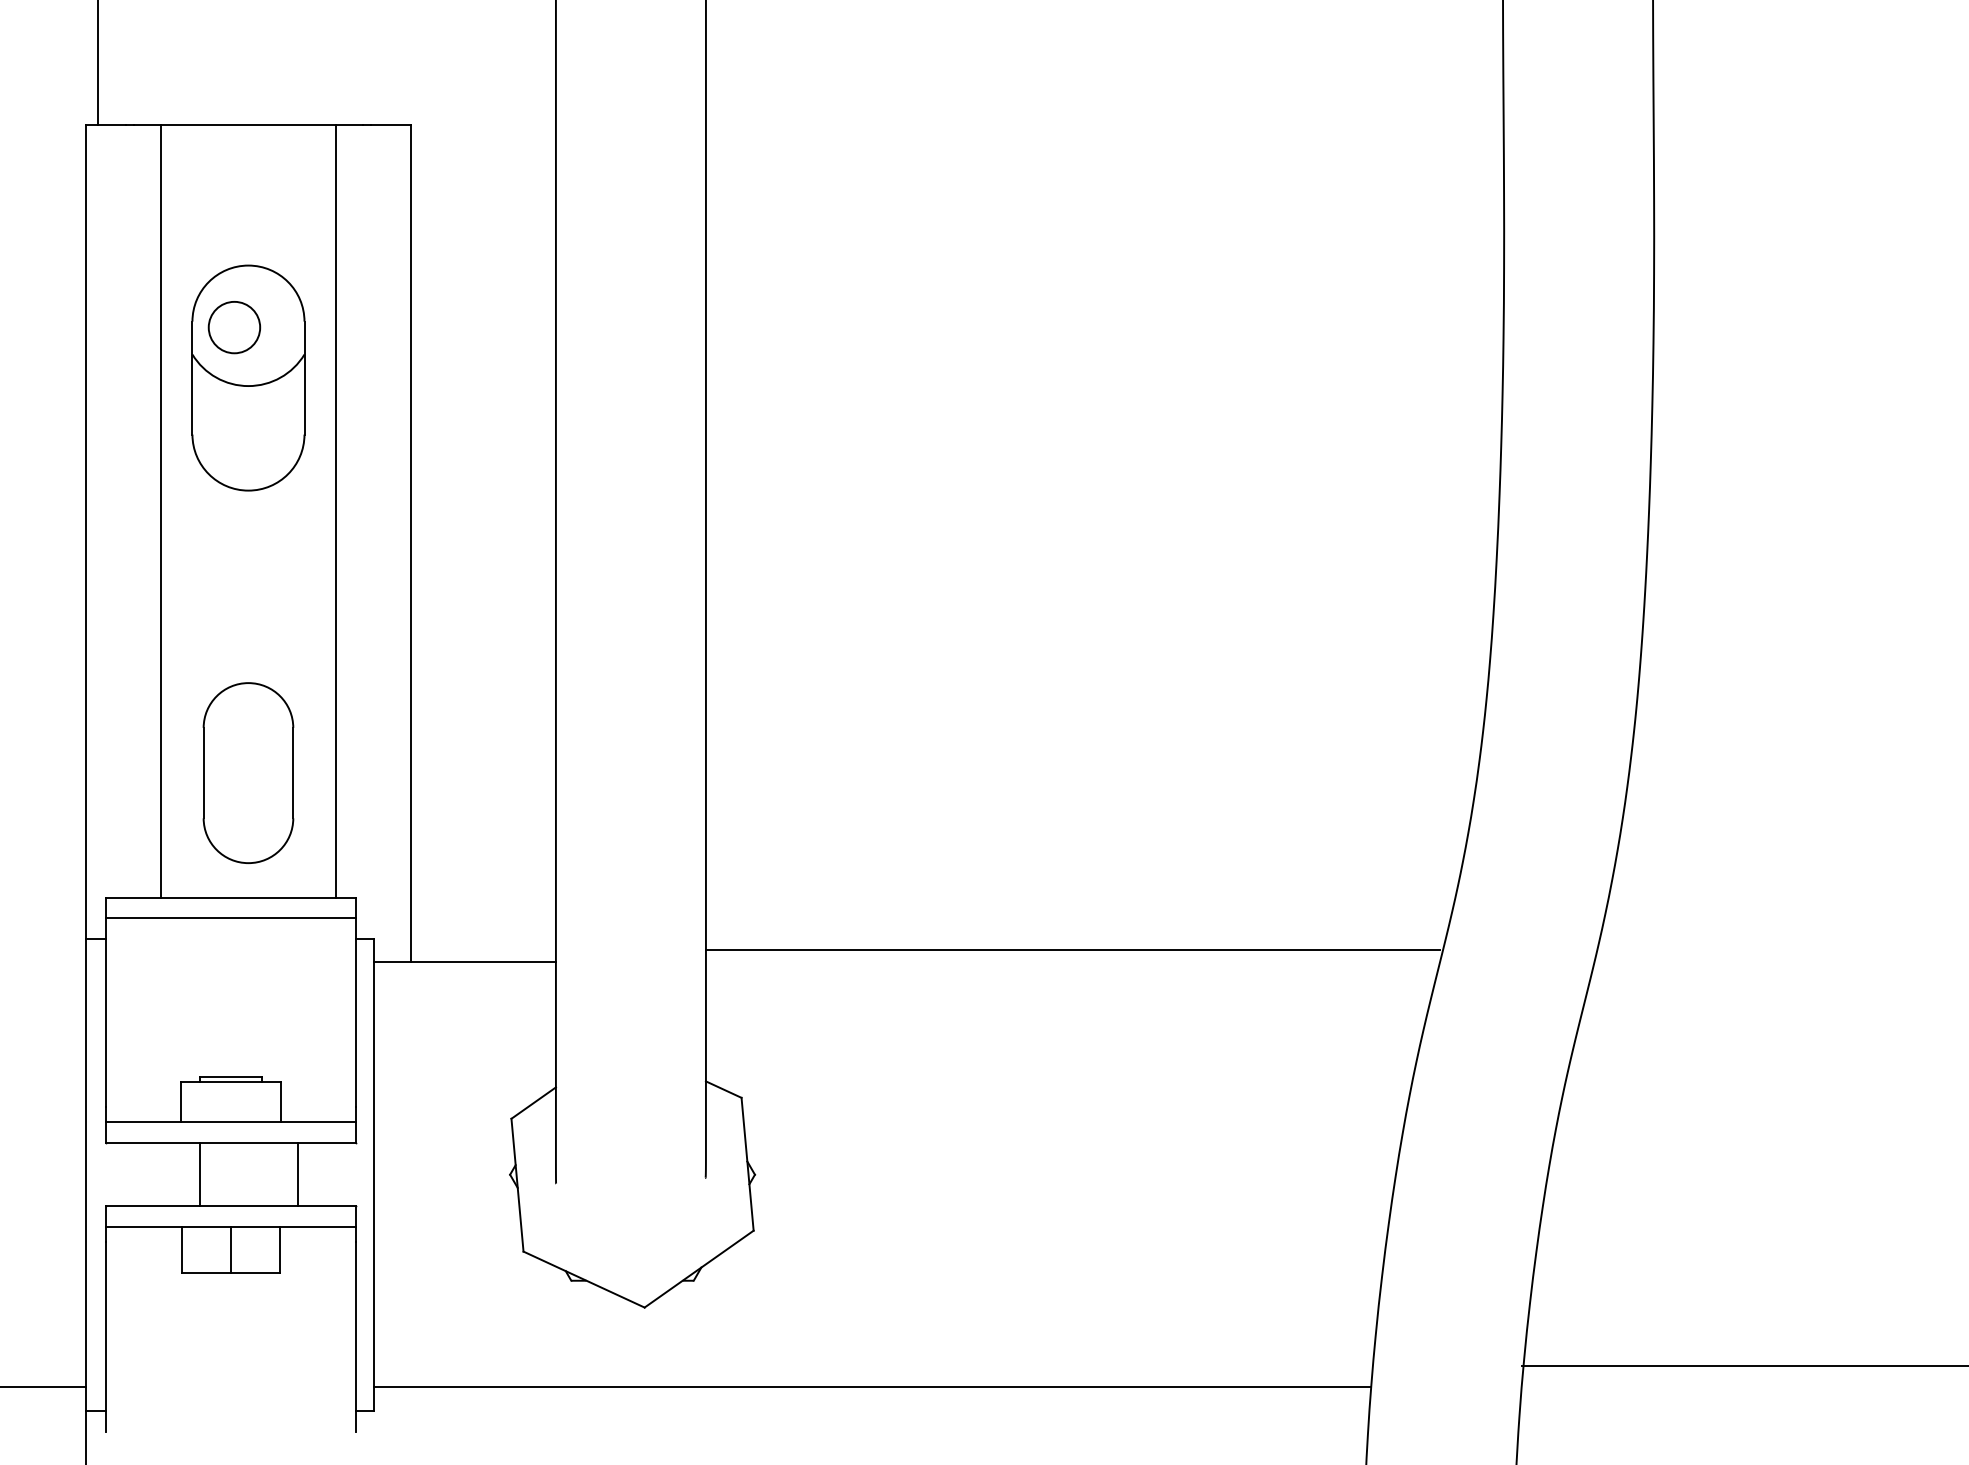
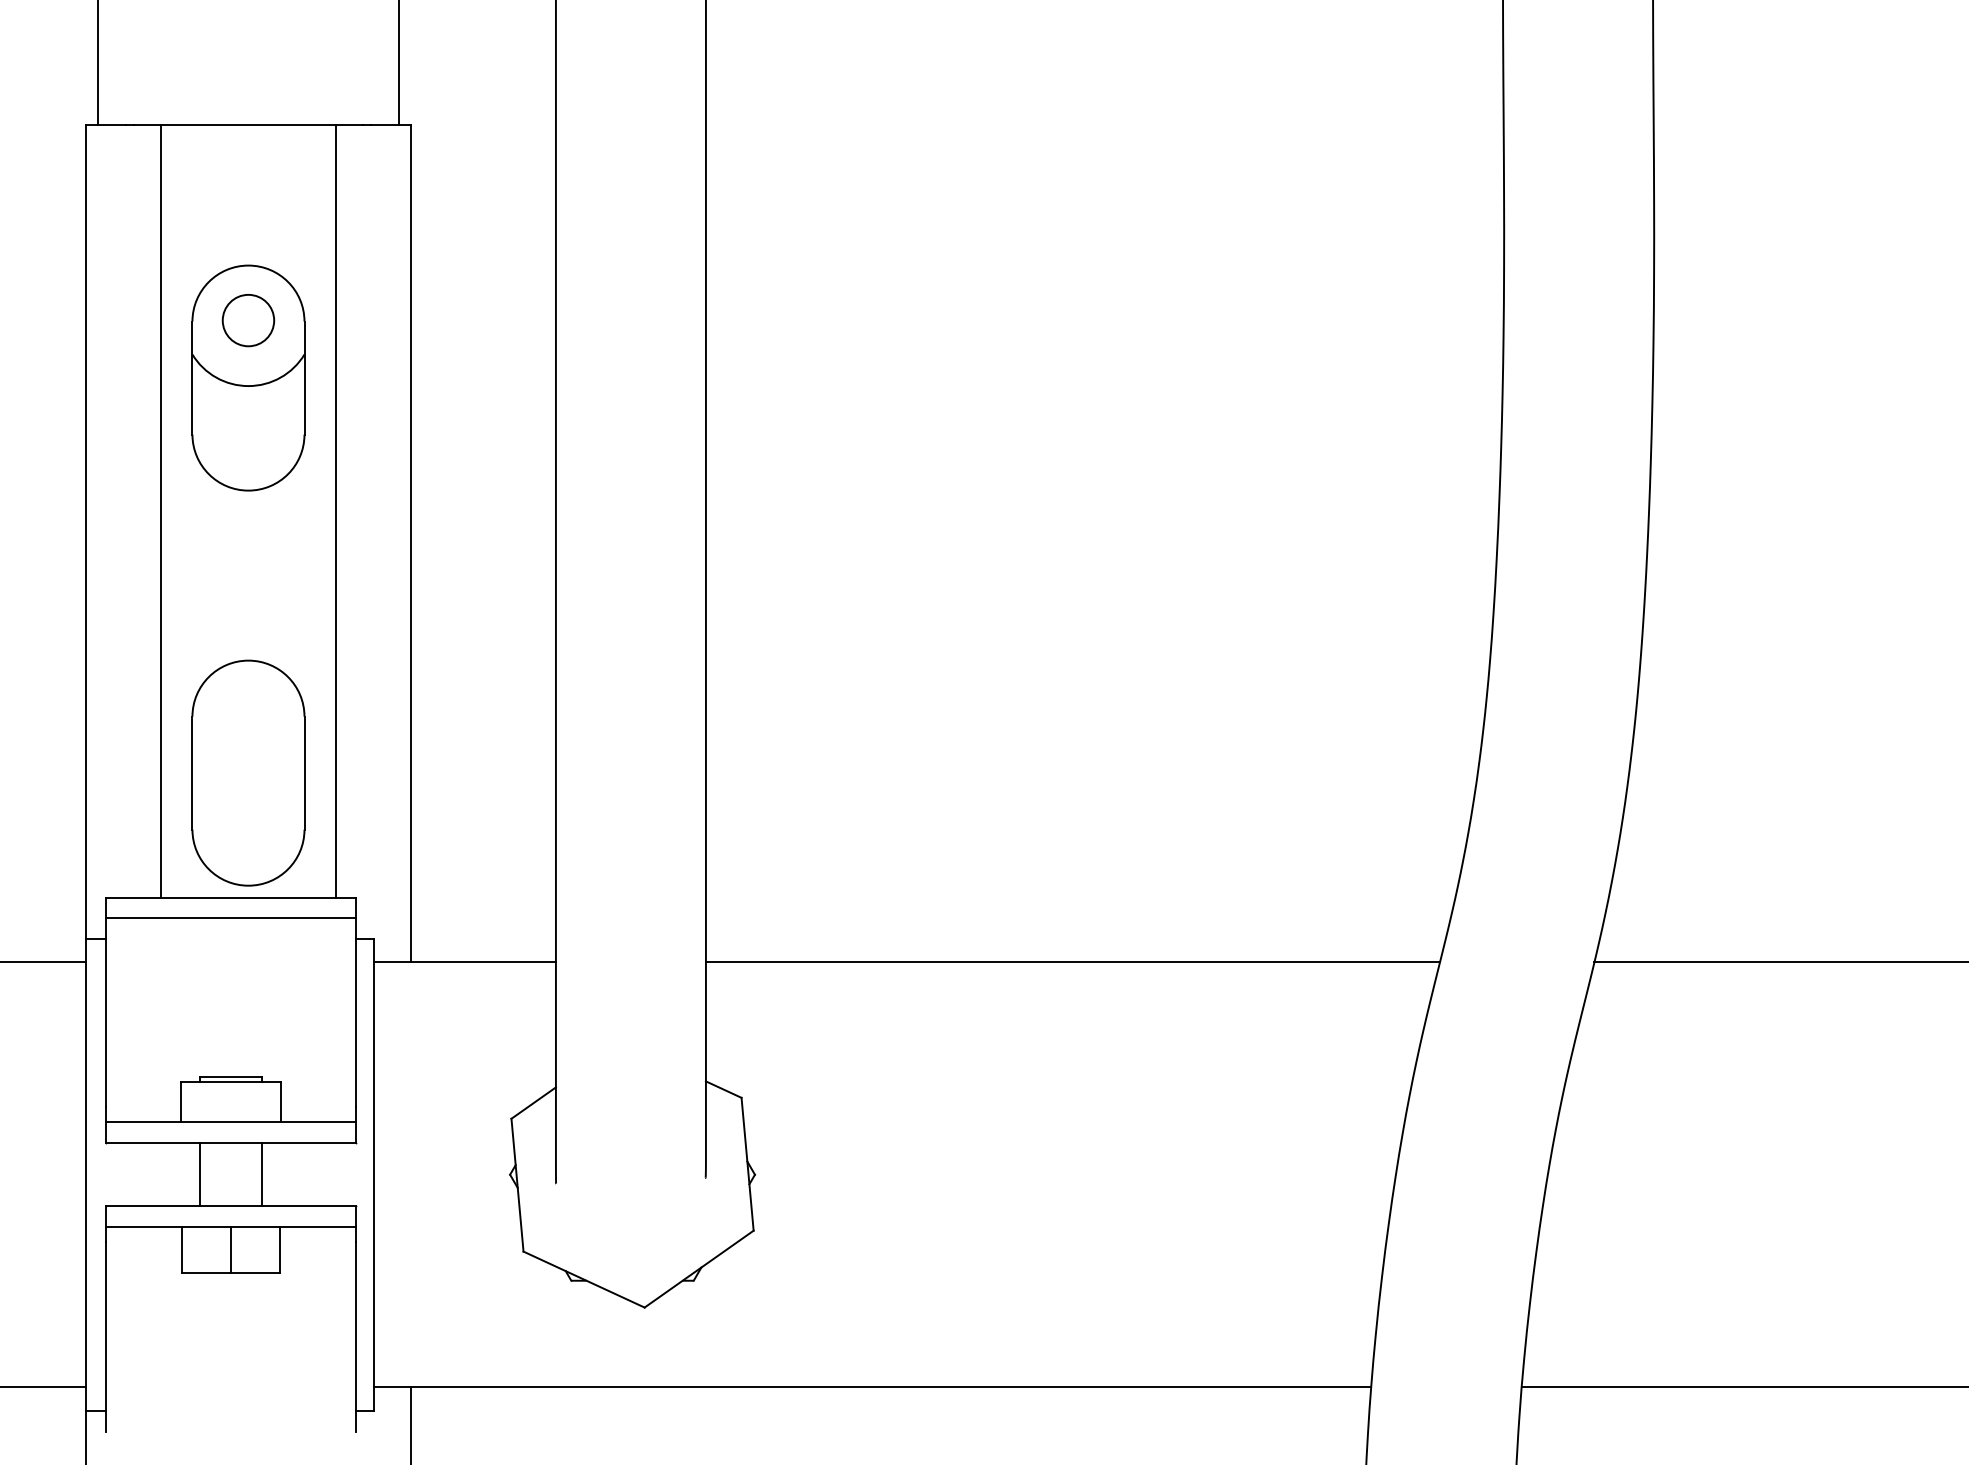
line at (398, 63): none -> present
circle at (234, 327) position: (234, 327) -> (248, 320)
part at (248, 772) size: 93x182 px -> 115x228 px
line at (1072, 950) position: (1072, 950) -> (1072, 962)
line at (43, 962): none -> present
line at (1779, 962): none -> present
line at (298, 1174) position: (298, 1174) -> (262, 1174)
line at (1743, 1366) position: (1743, 1366) -> (1743, 1387)
line at (411, 1424): none -> present
